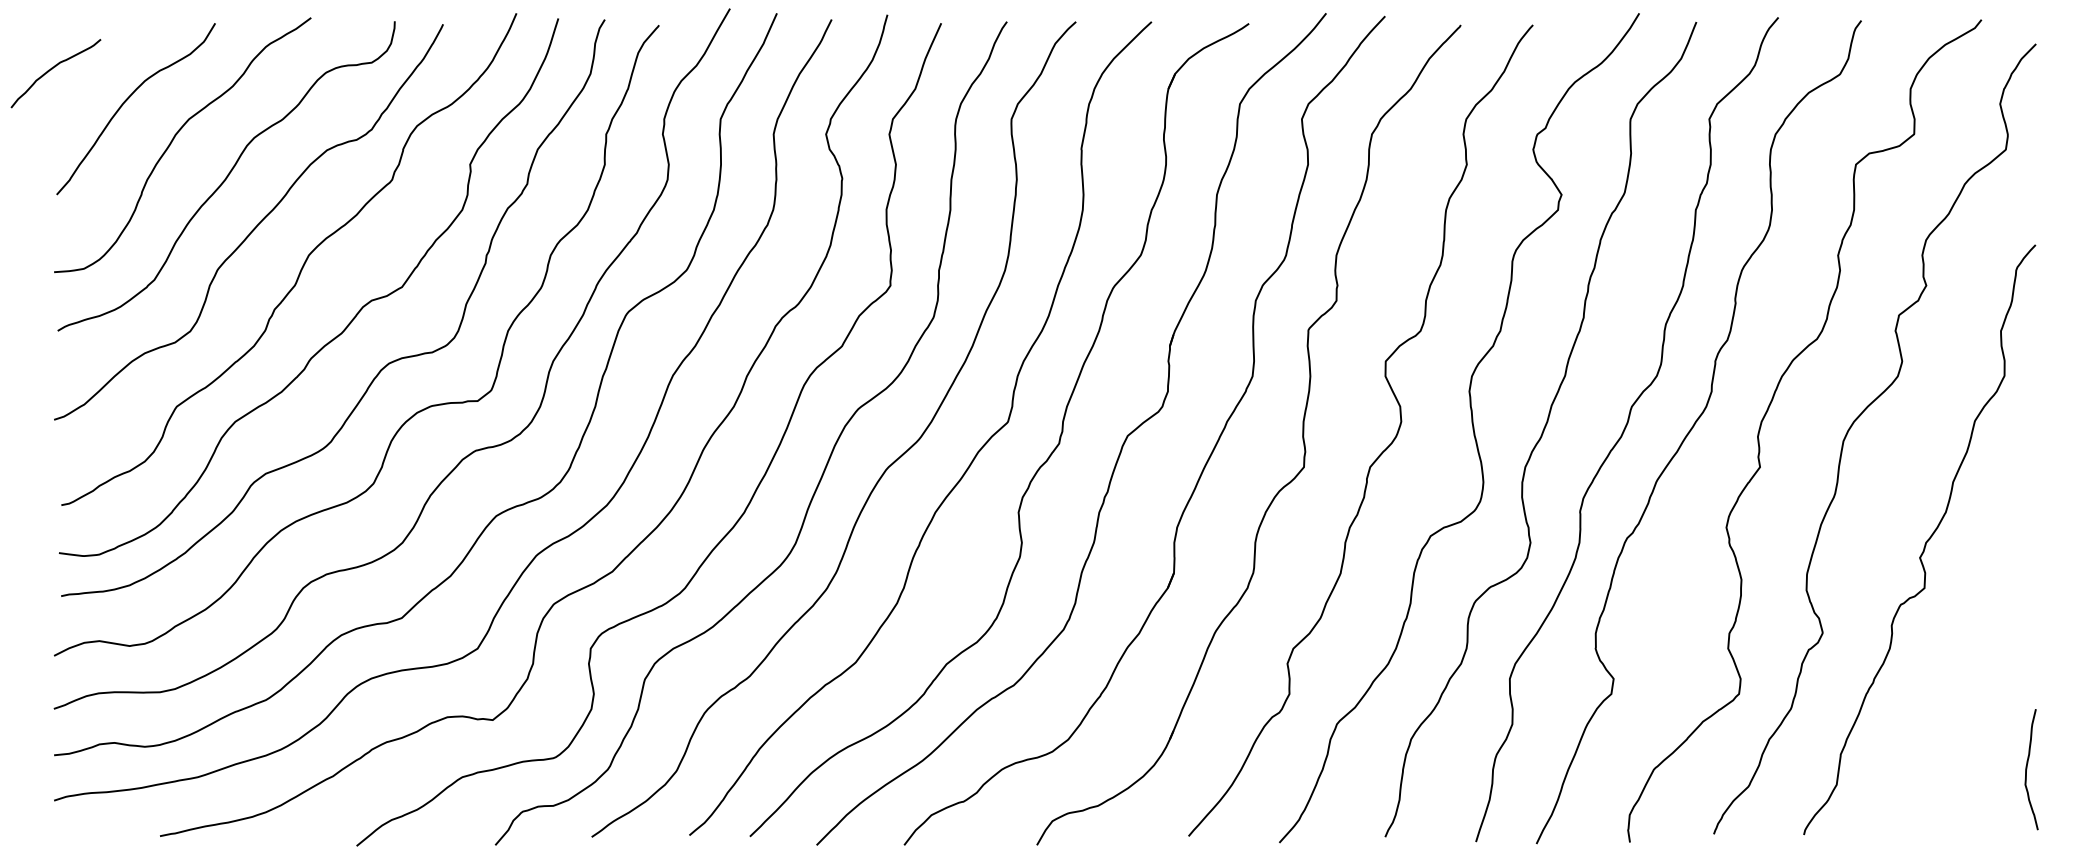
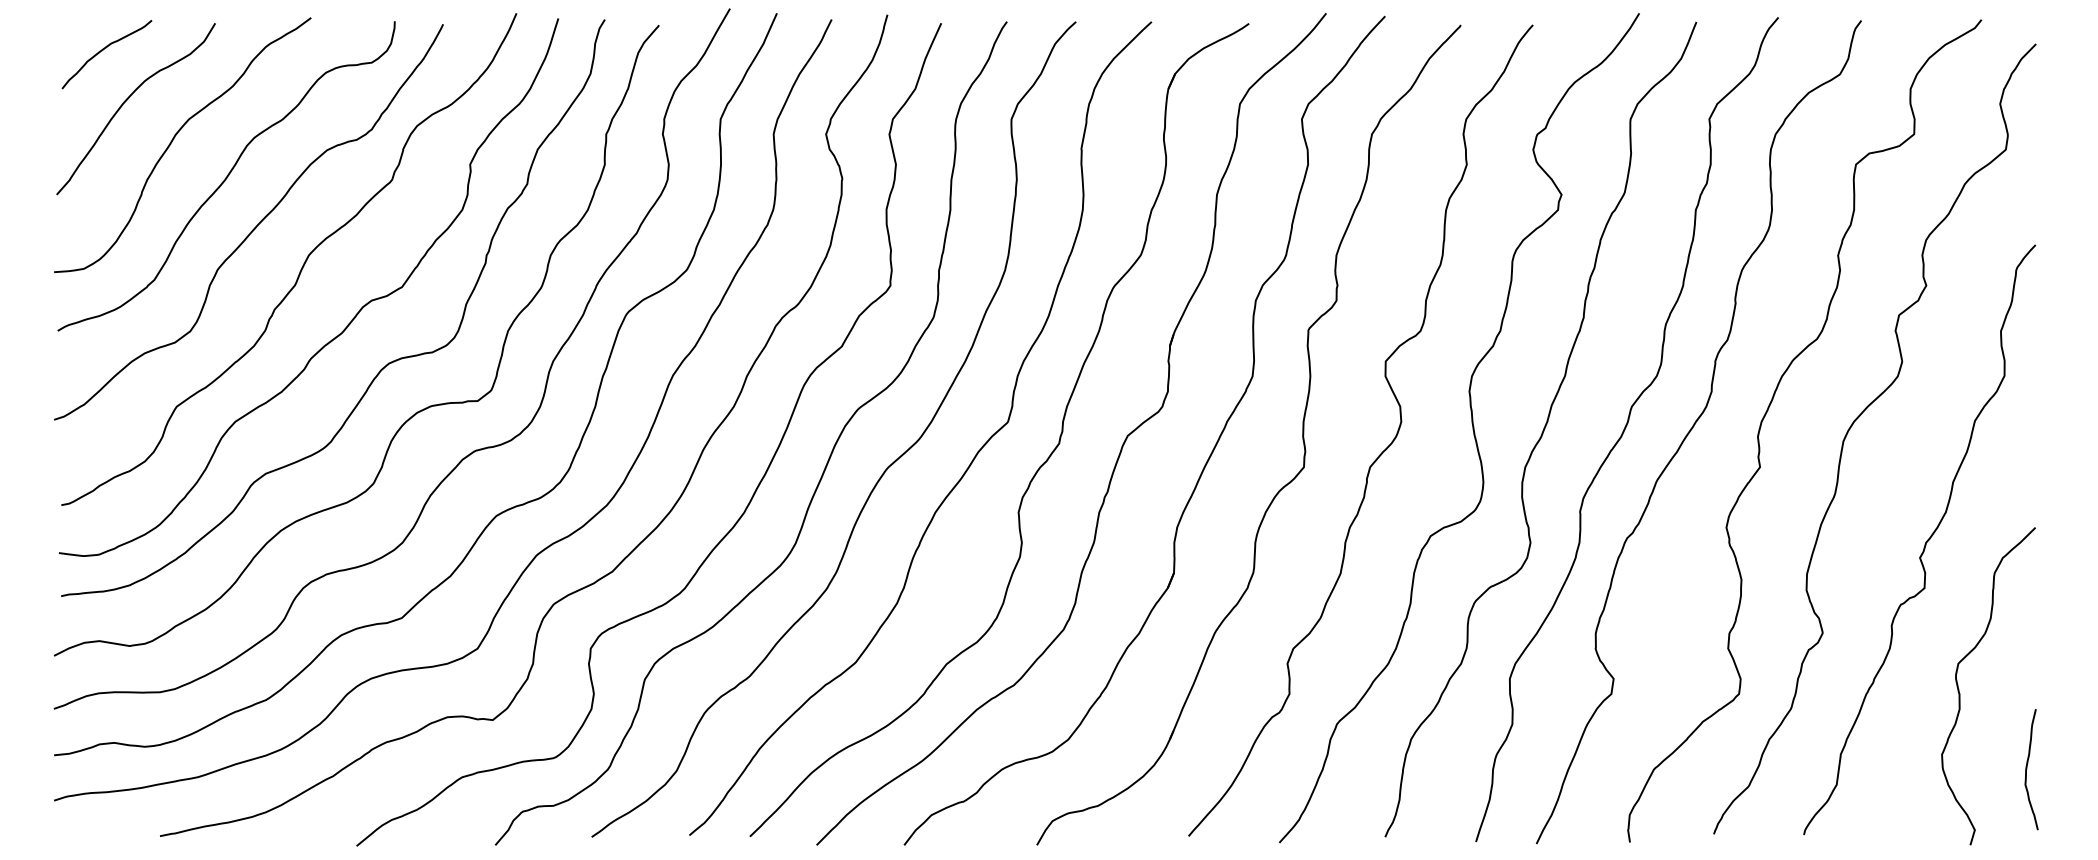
curve at (52, 69) position: (52, 69) -> (103, 50)
curve at (1960, 693): none -> present
